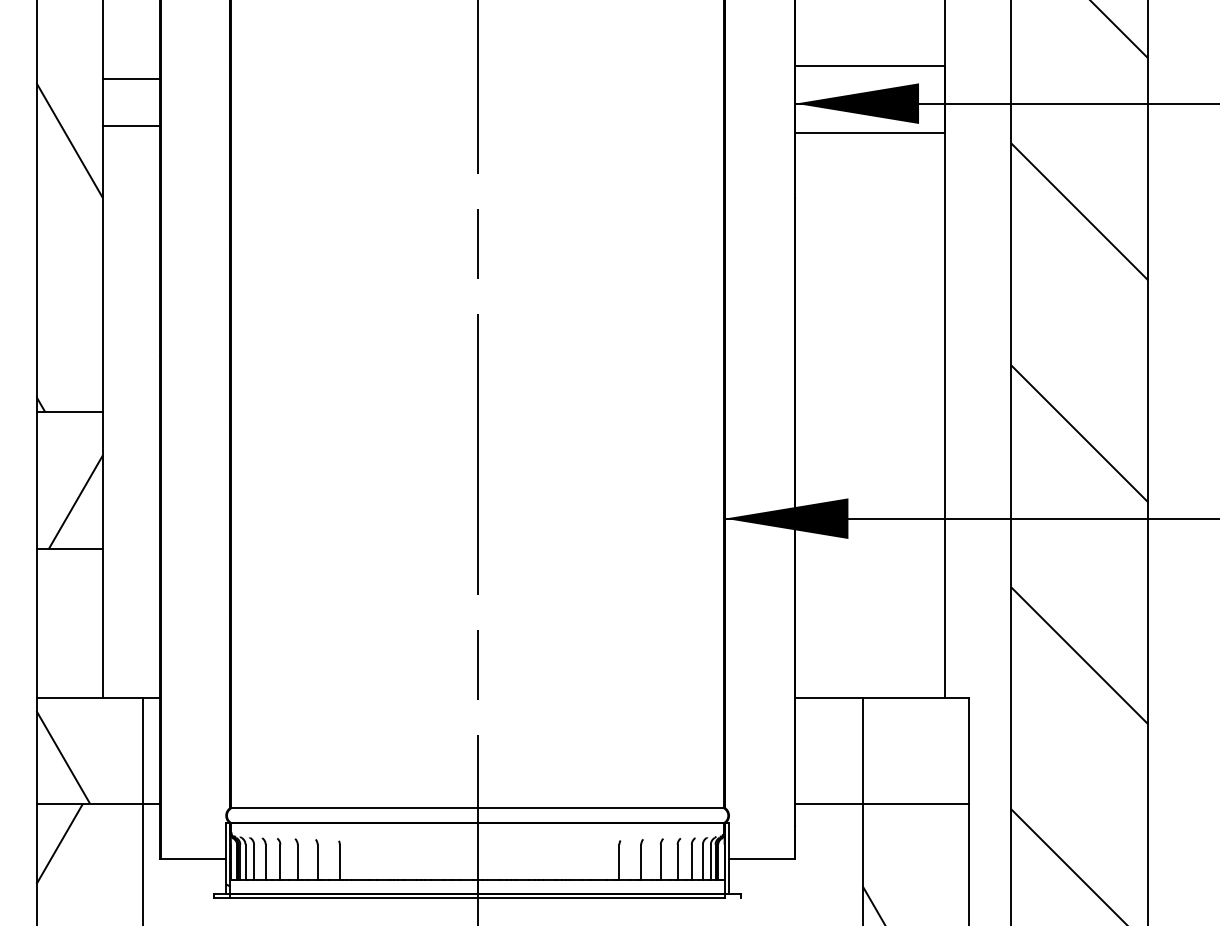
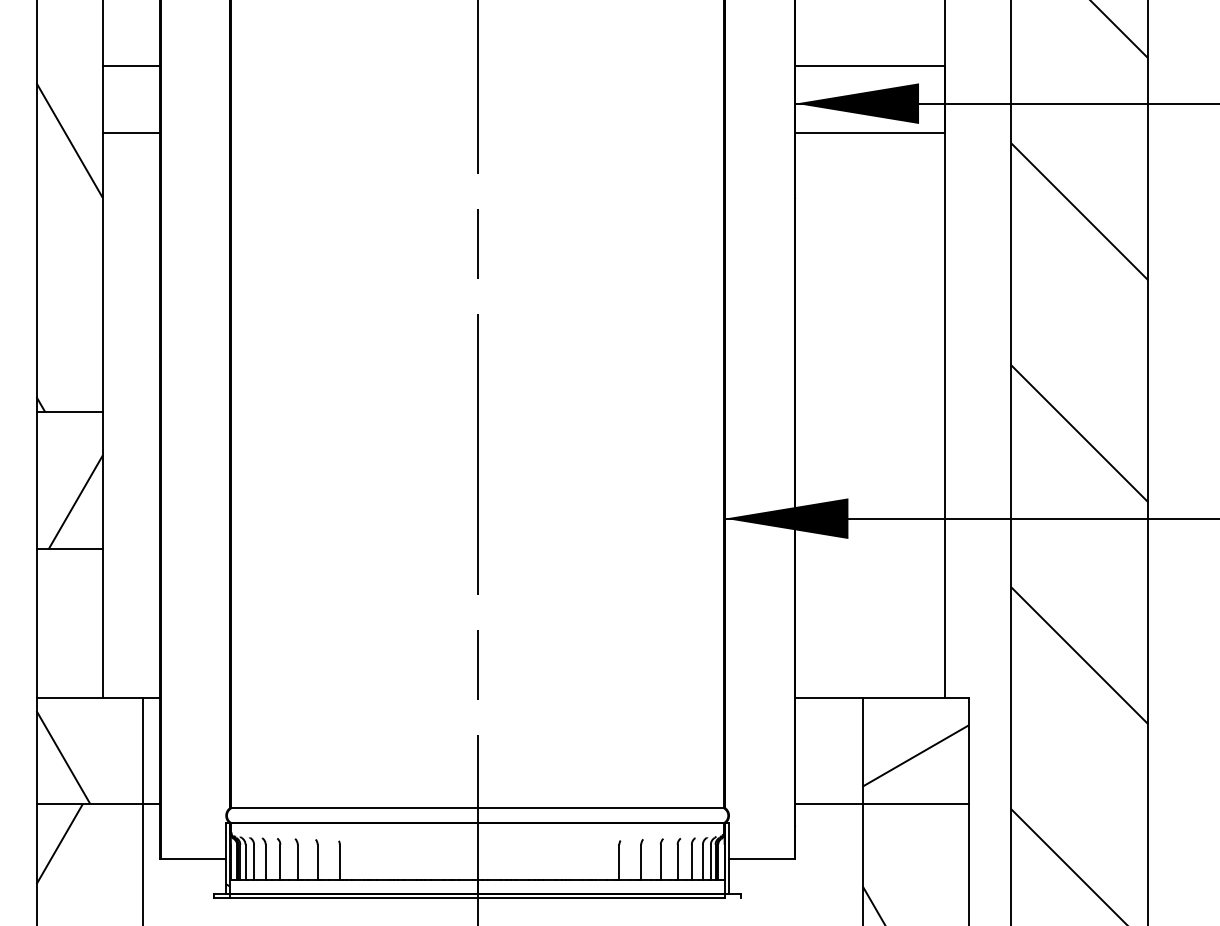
line at (130, 79) position: (130, 79) -> (130, 66)
line at (130, 125) position: (130, 125) -> (130, 132)
hatch at (915, 755): none -> present
